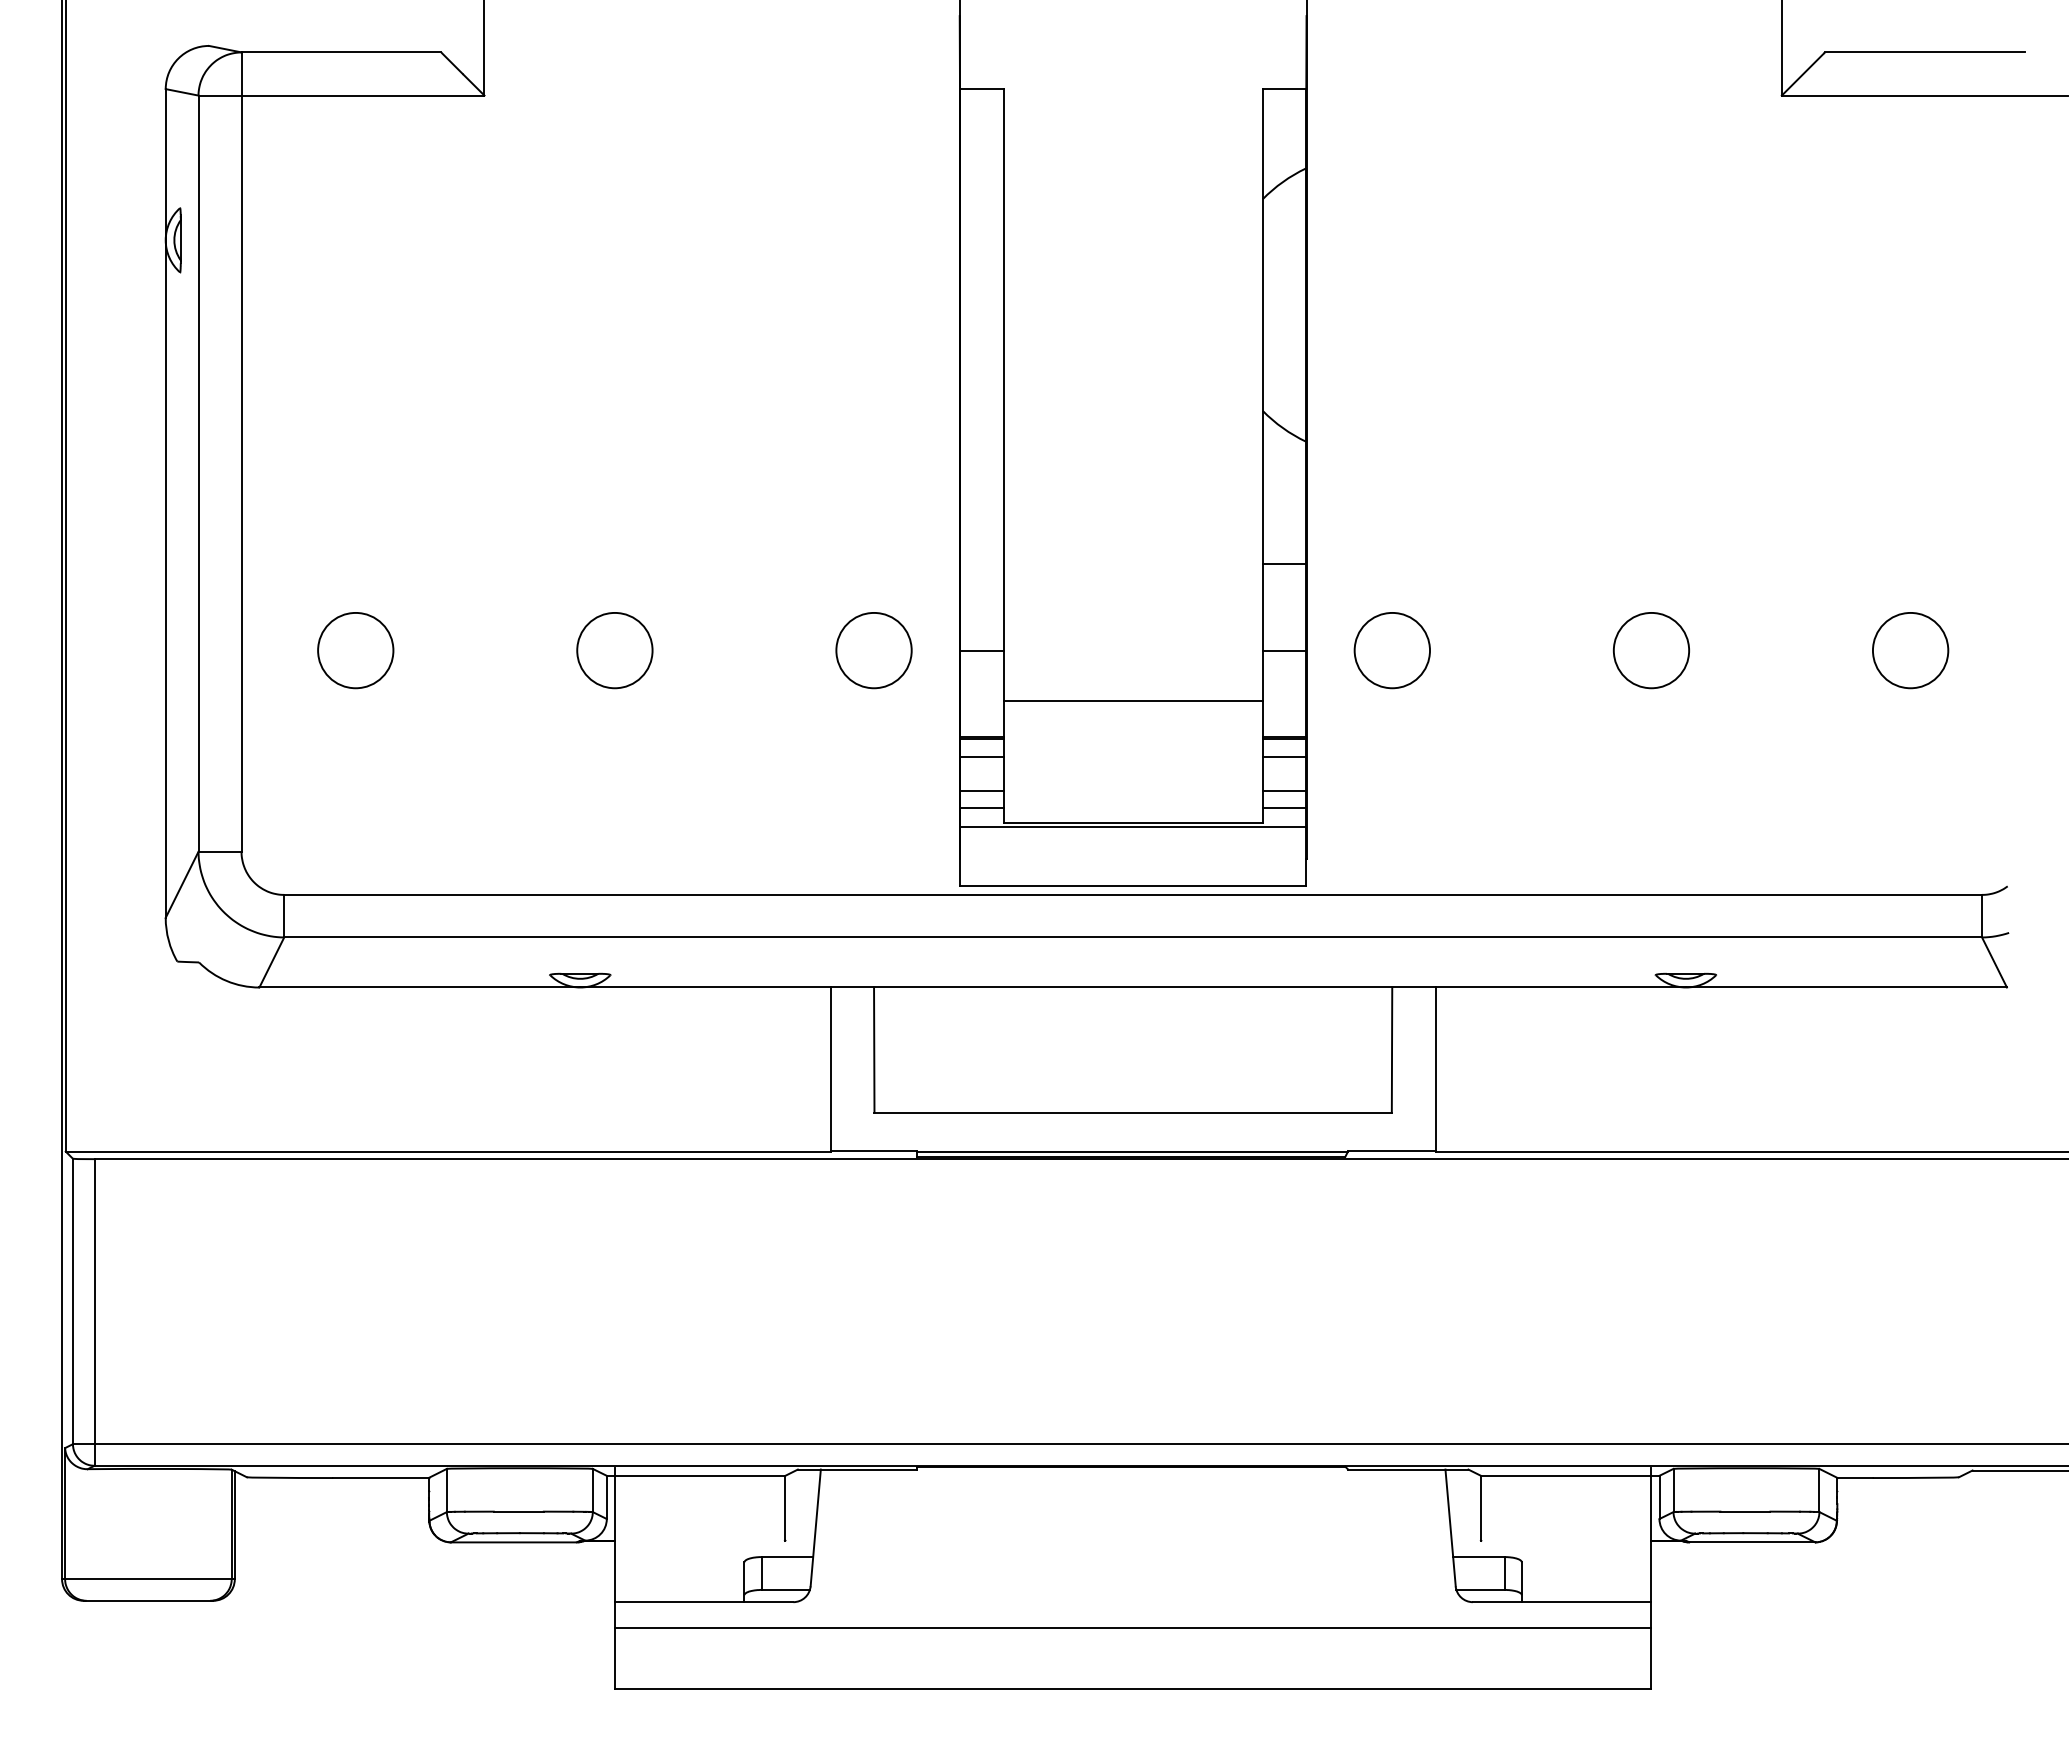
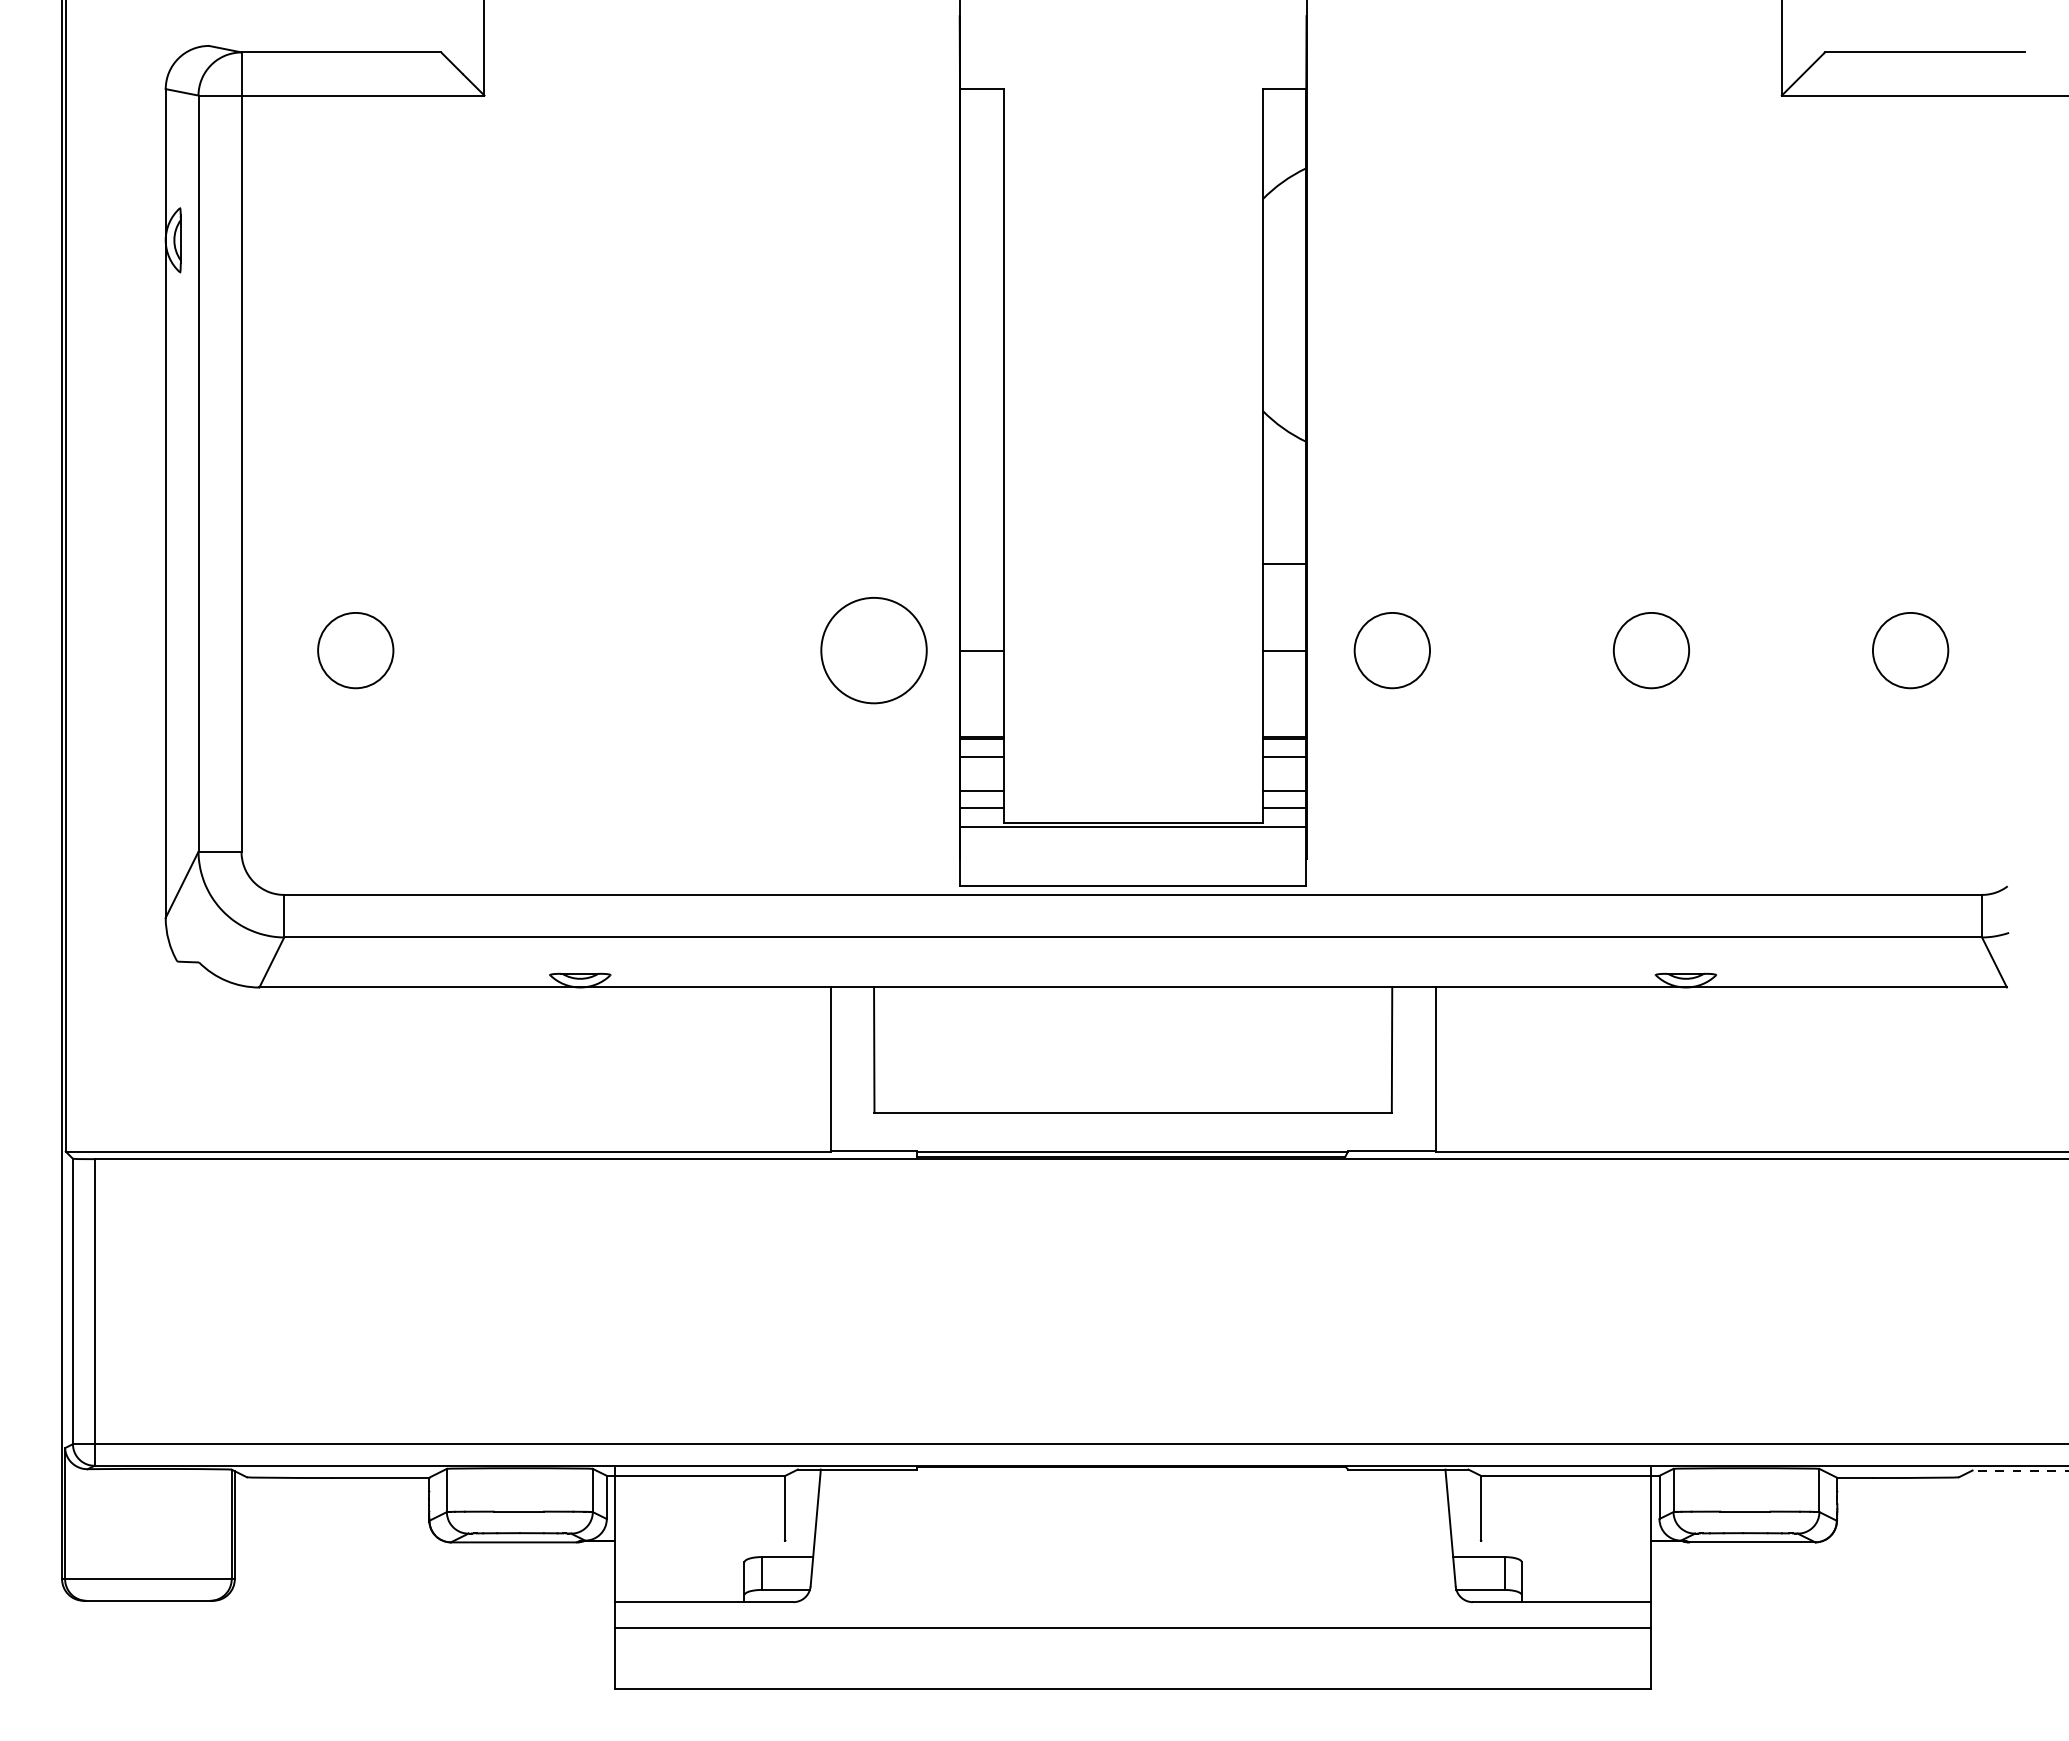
circle at (614, 650): present -> none
circle at (873, 650) diameter: 75 px -> 105 px
line at (1132, 701): present -> none
line at (2020, 1470): solid -> dashed
